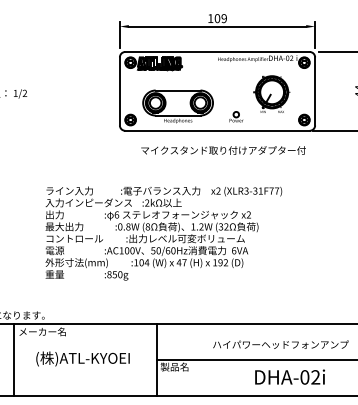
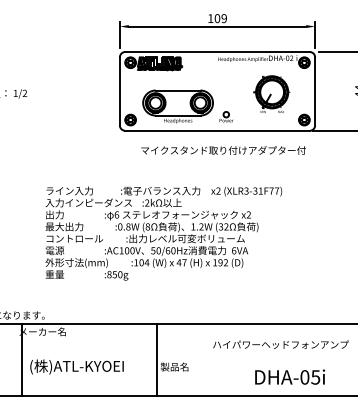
part at (236, 116) position: (236, 116) -> (226, 116)
text at (82, 358) position: (82, 358) -> (76, 366)
line at (13, 360) position: (13, 360) -> (21, 360)
line at (255, 360): present -> none
text at (315, 377): DHA-02i -> DHA-05i
